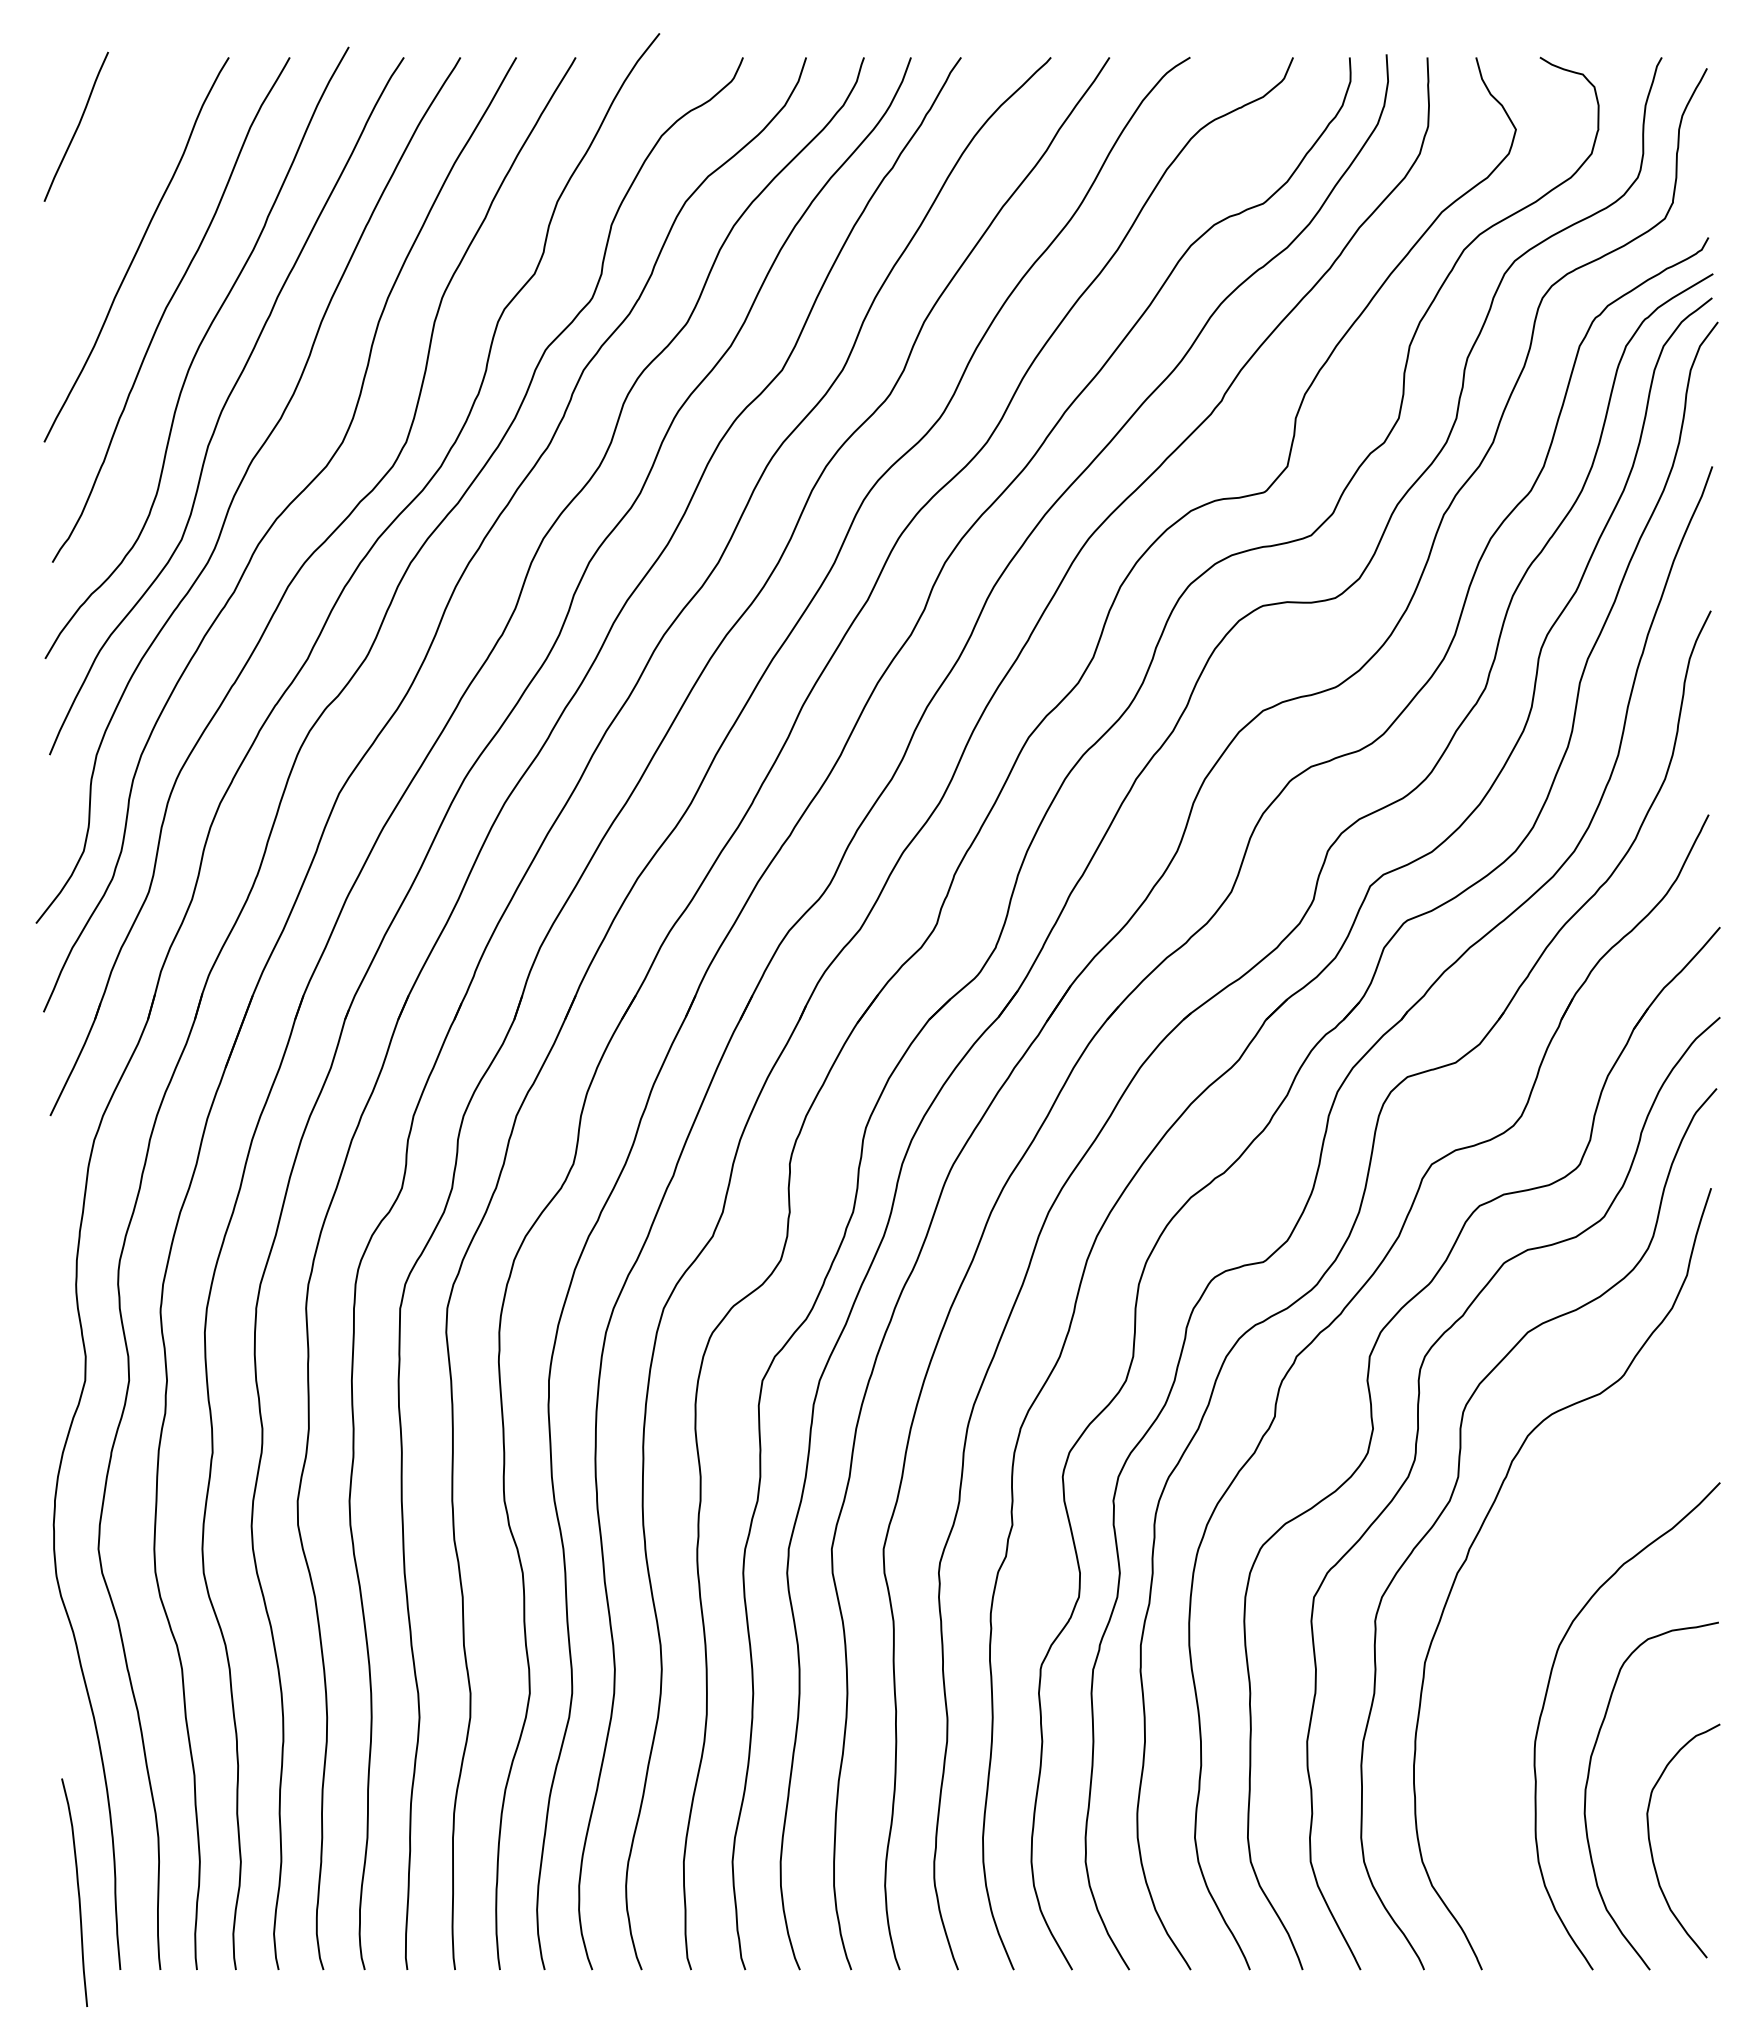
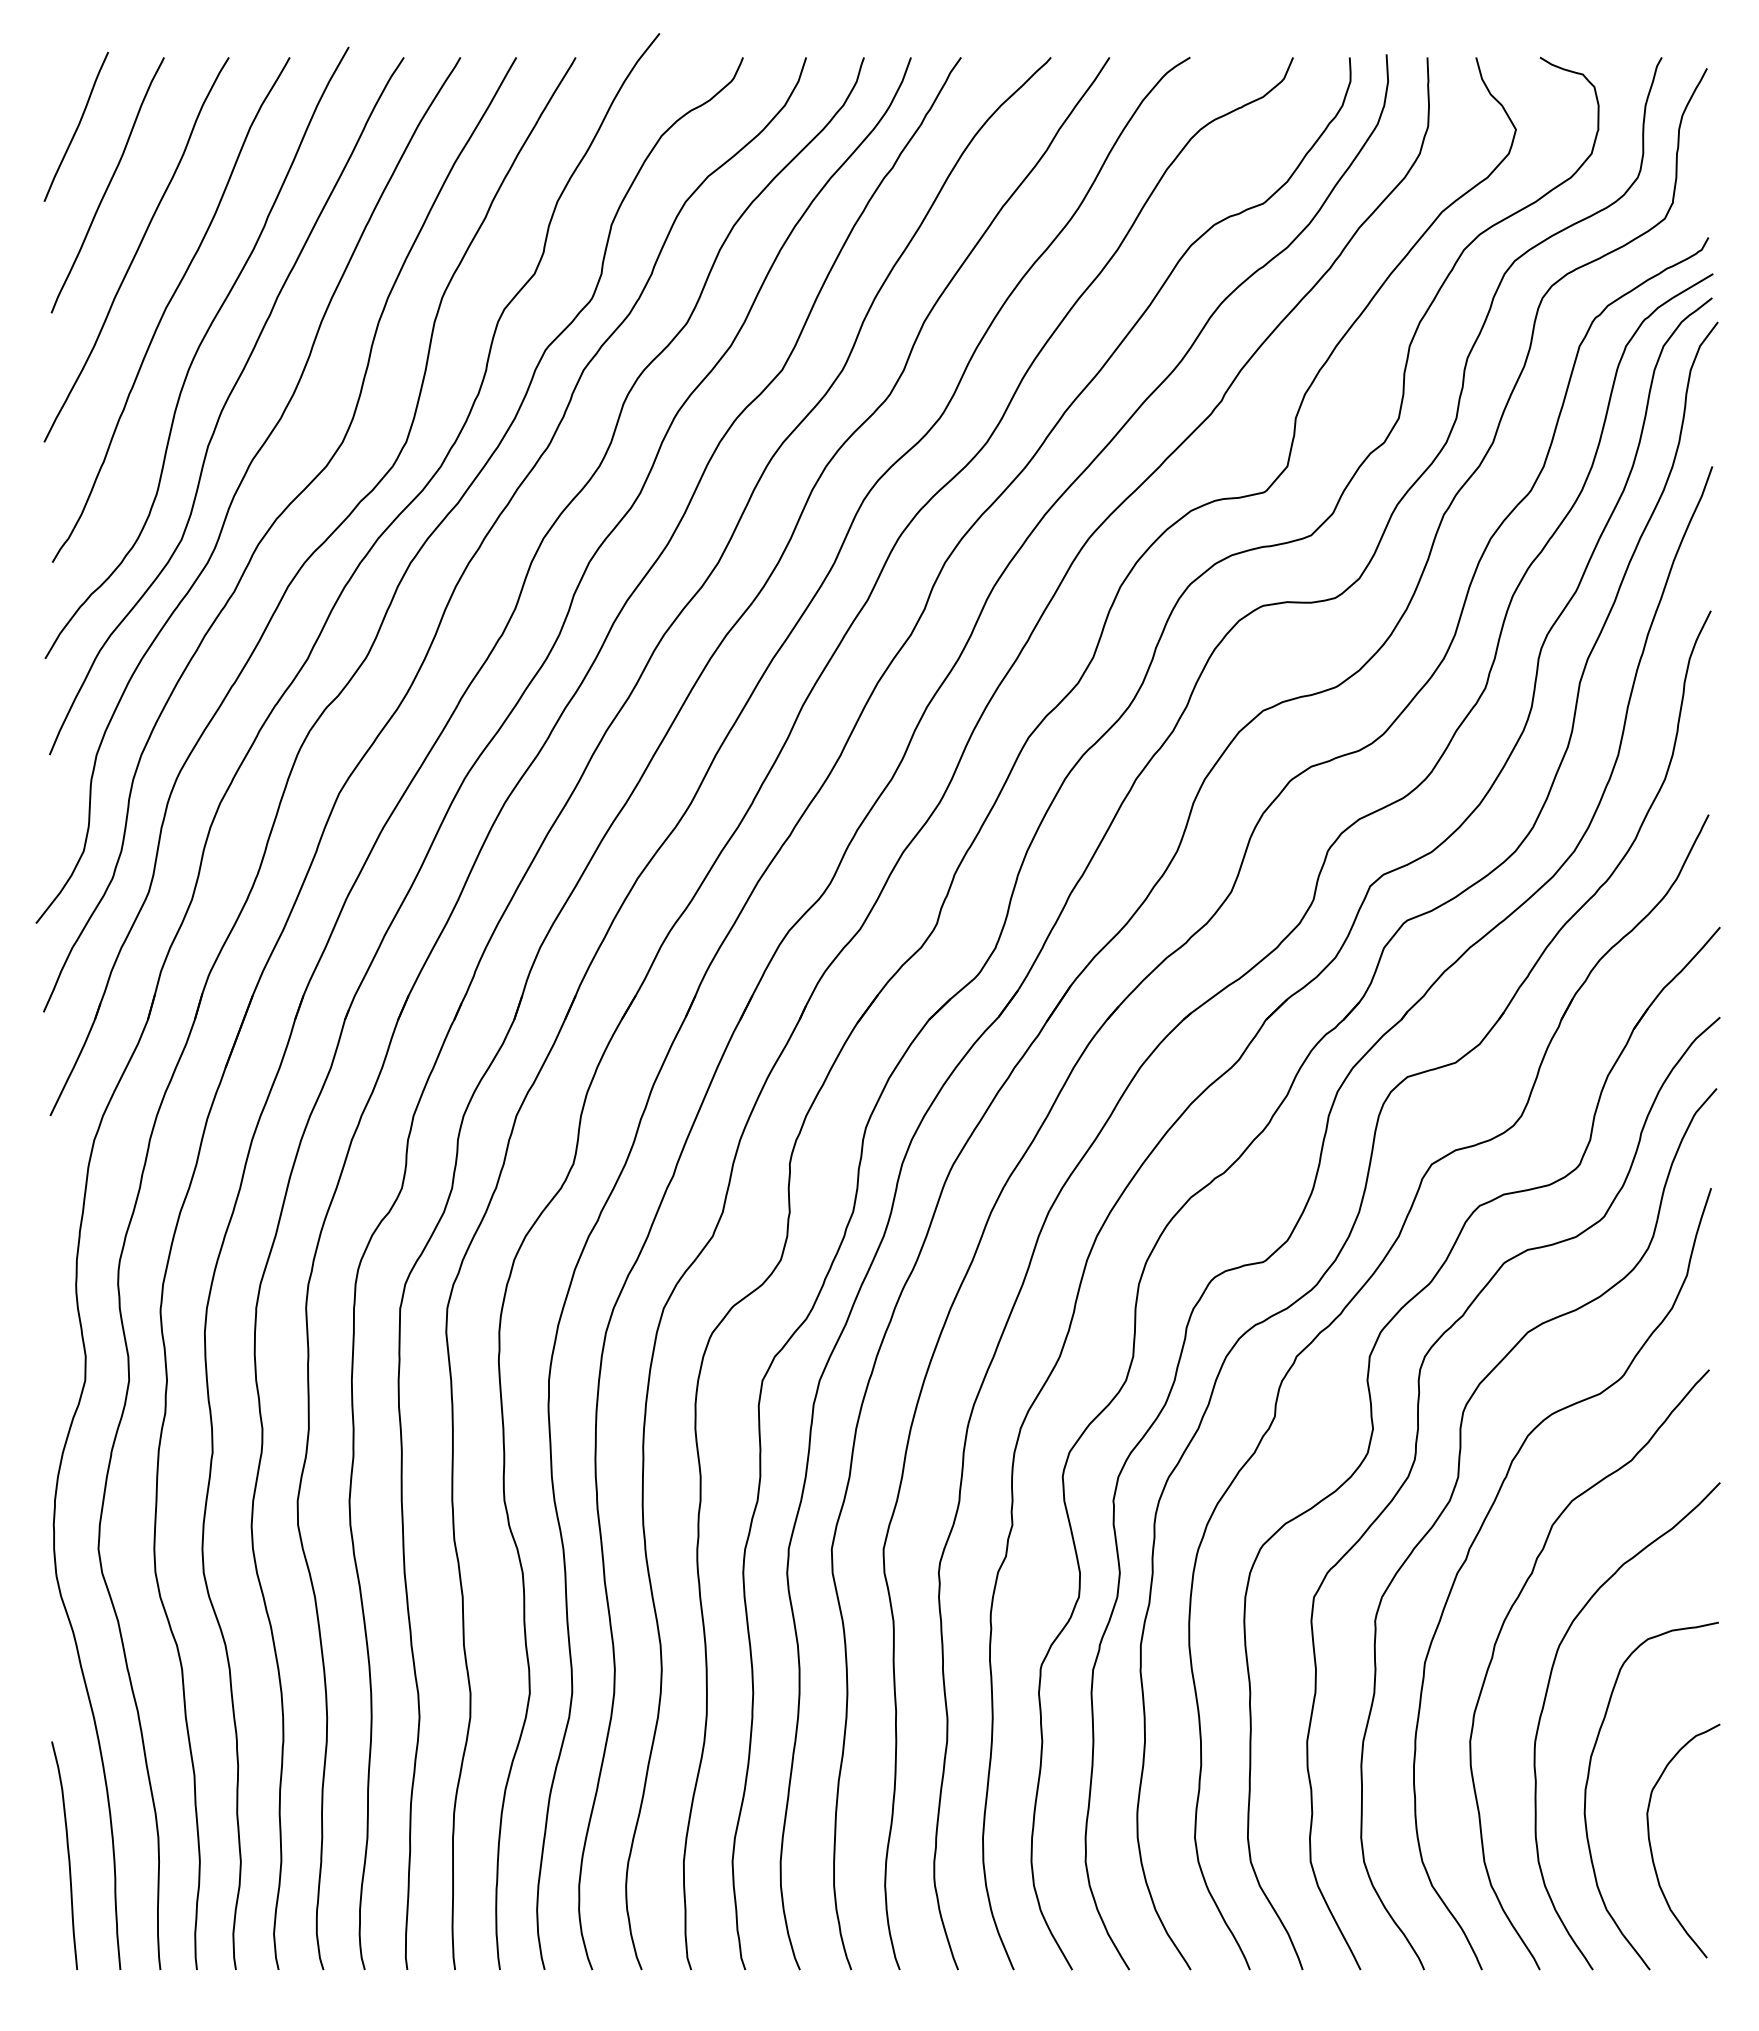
curve at (107, 185): none -> present
curve at (1501, 1631): none -> present
curve at (77, 1891) position: (77, 1891) -> (67, 1854)
